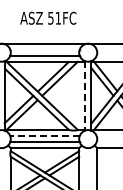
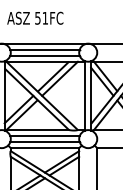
text at (48, 17) position: (48, 17) -> (35, 17)
line at (44, 49): none -> present
line at (85, 95): dashed -> solid
line at (45, 136): dashed -> solid
